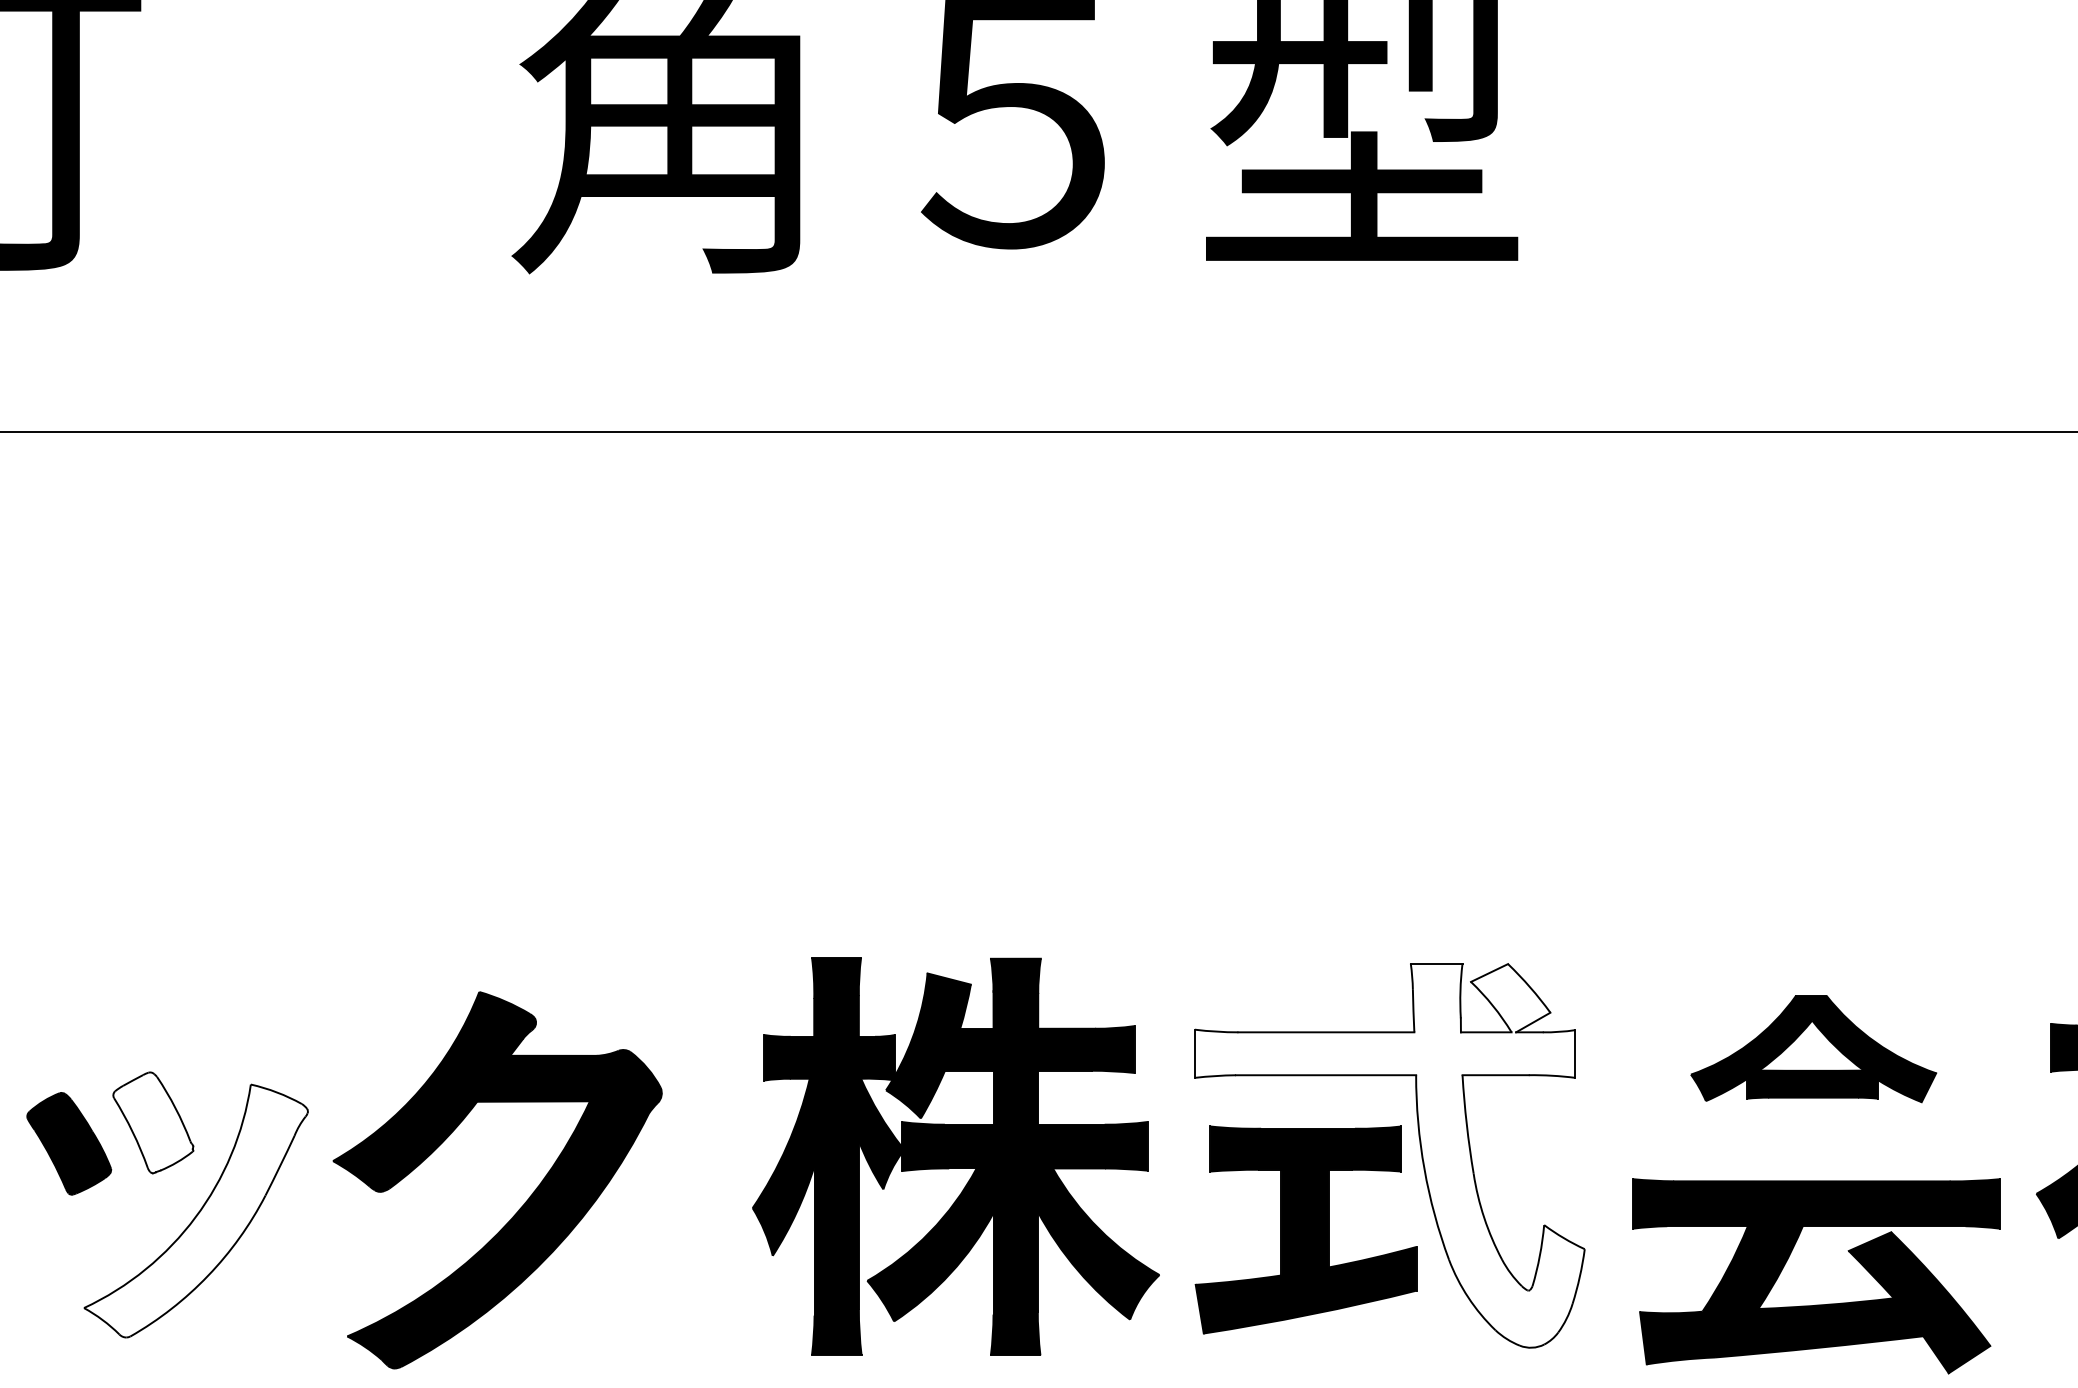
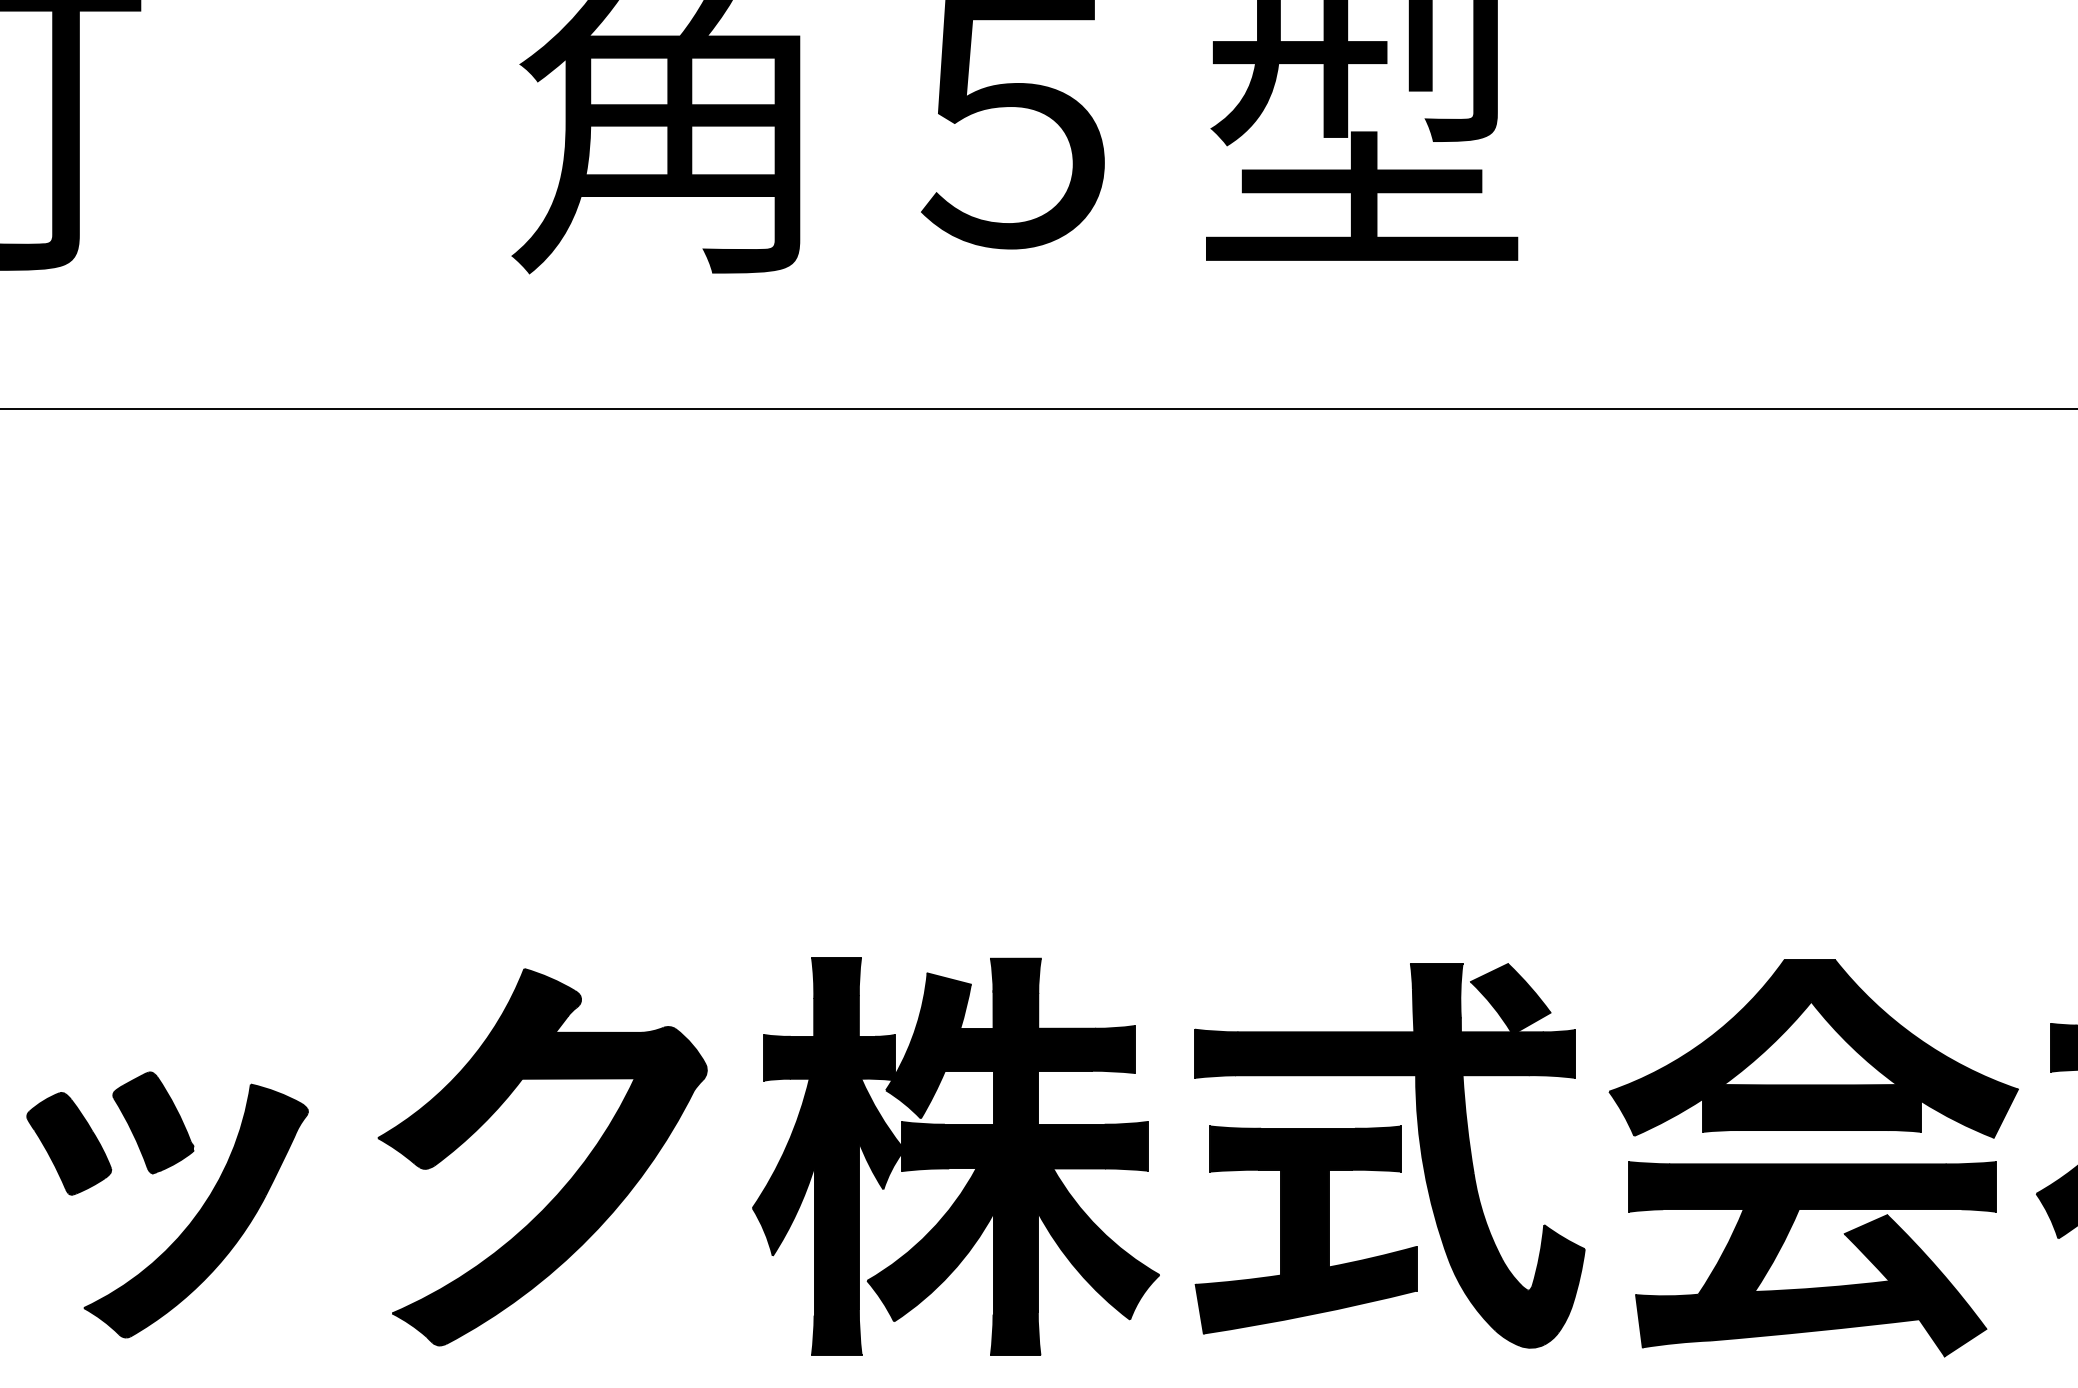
line at (1038, 431) position: (1038, 431) -> (1038, 408)
part at (1813, 1049) size: 248x109 px -> 411x180 px
fill at (153, 1122): none -> present
fill at (1389, 1155): none -> present
part at (524, 1202) position: (524, 1202) -> (569, 1179)
fill at (195, 1210): none -> present
part at (1816, 1304) position: (1816, 1304) -> (1812, 1287)
